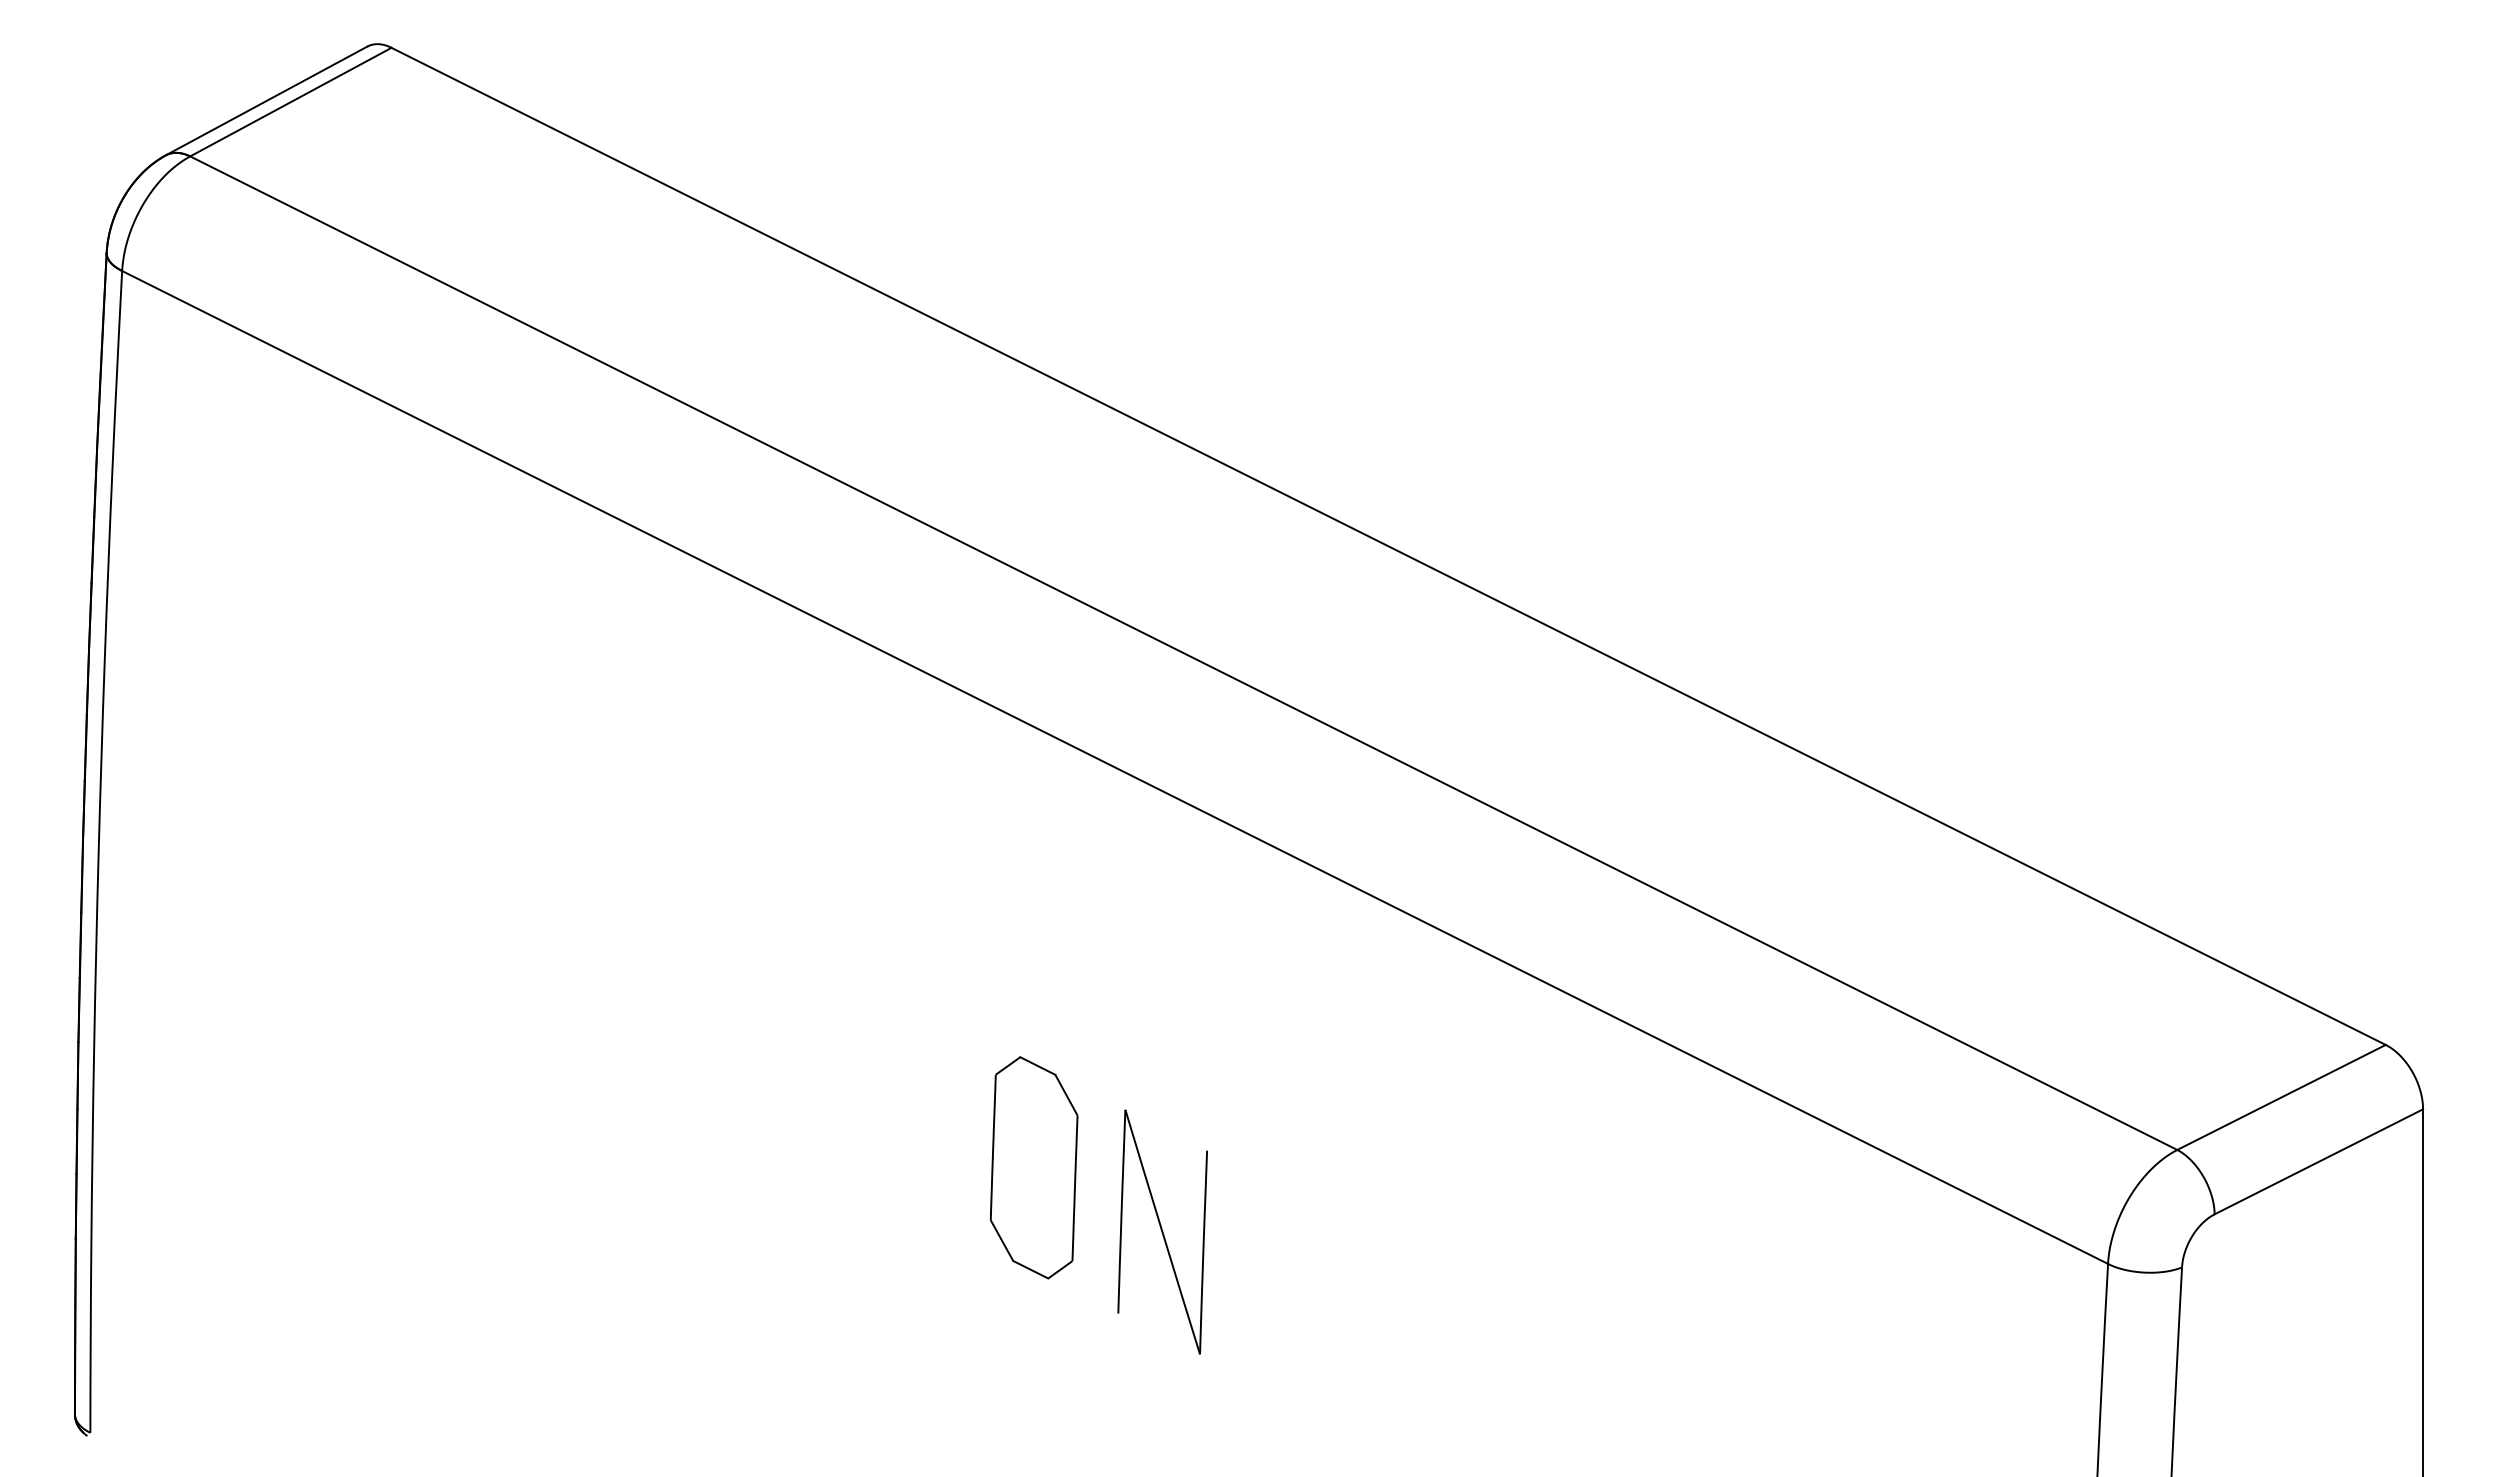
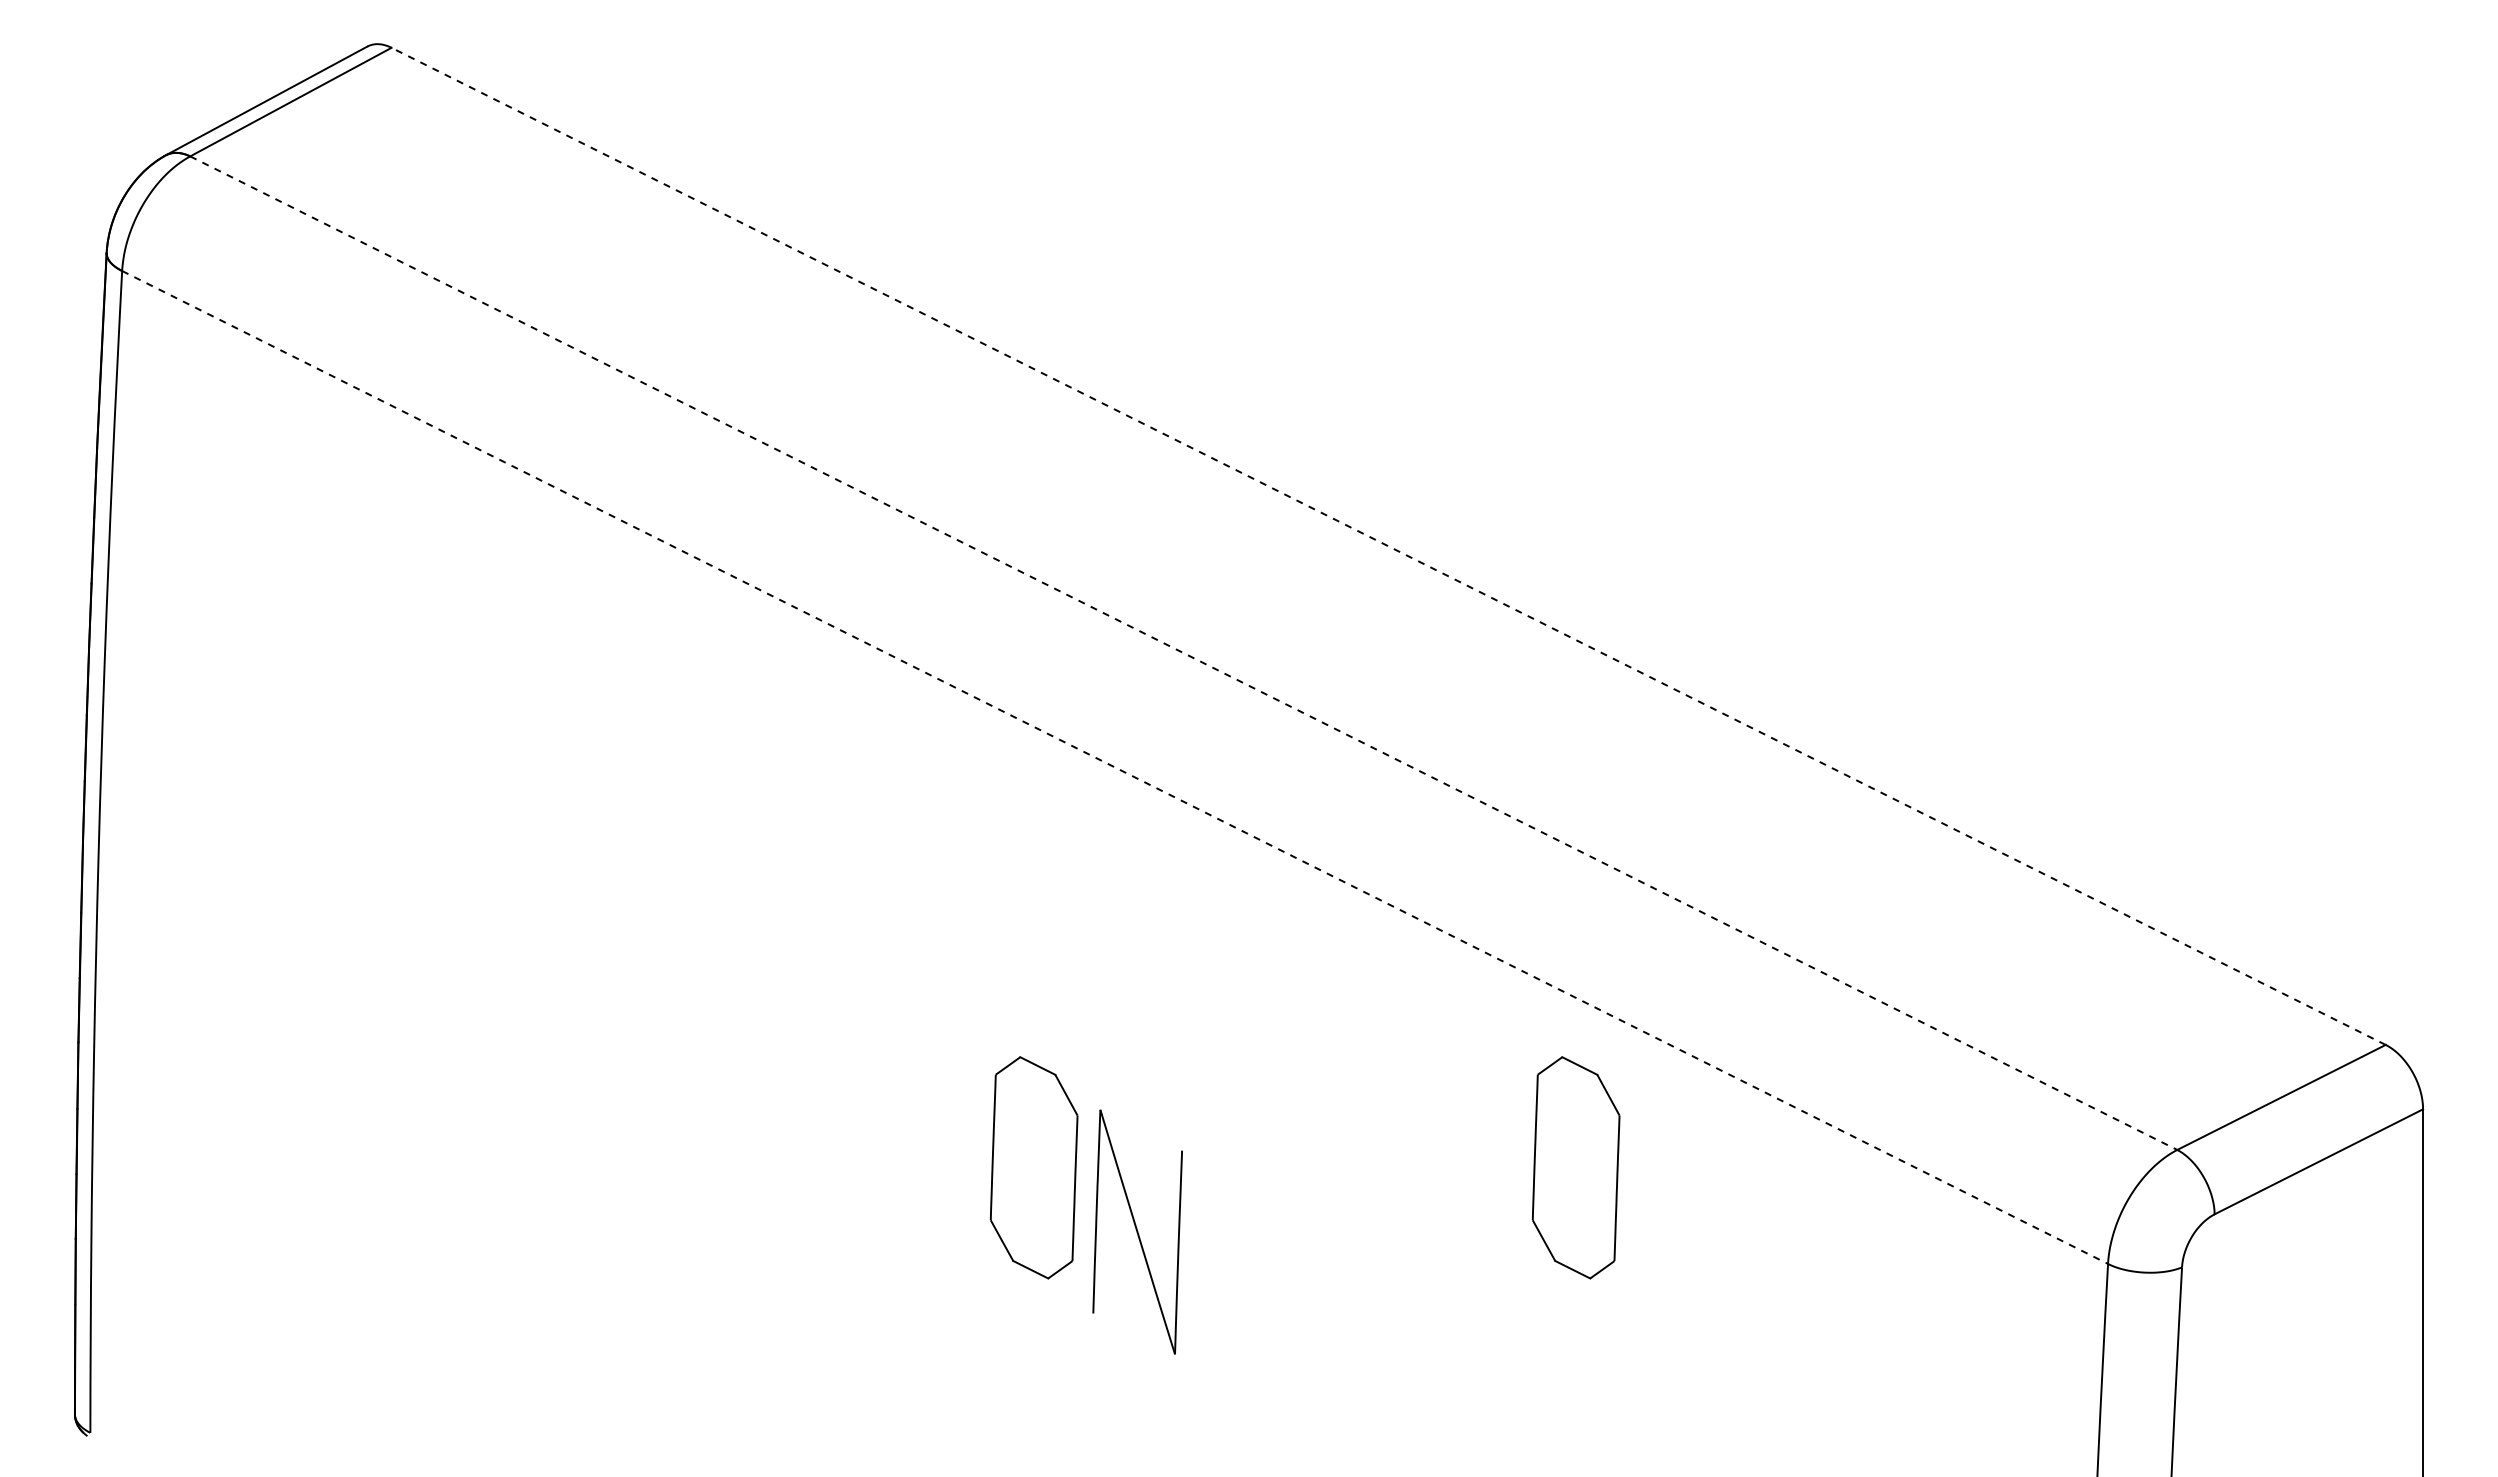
line at (1388, 546): solid -> dashed
line at (1183, 653): solid -> dashed
line at (1115, 767): solid -> dashed
part at (1575, 1167): none -> present
part at (1162, 1231) position: (1162, 1231) -> (1137, 1231)
